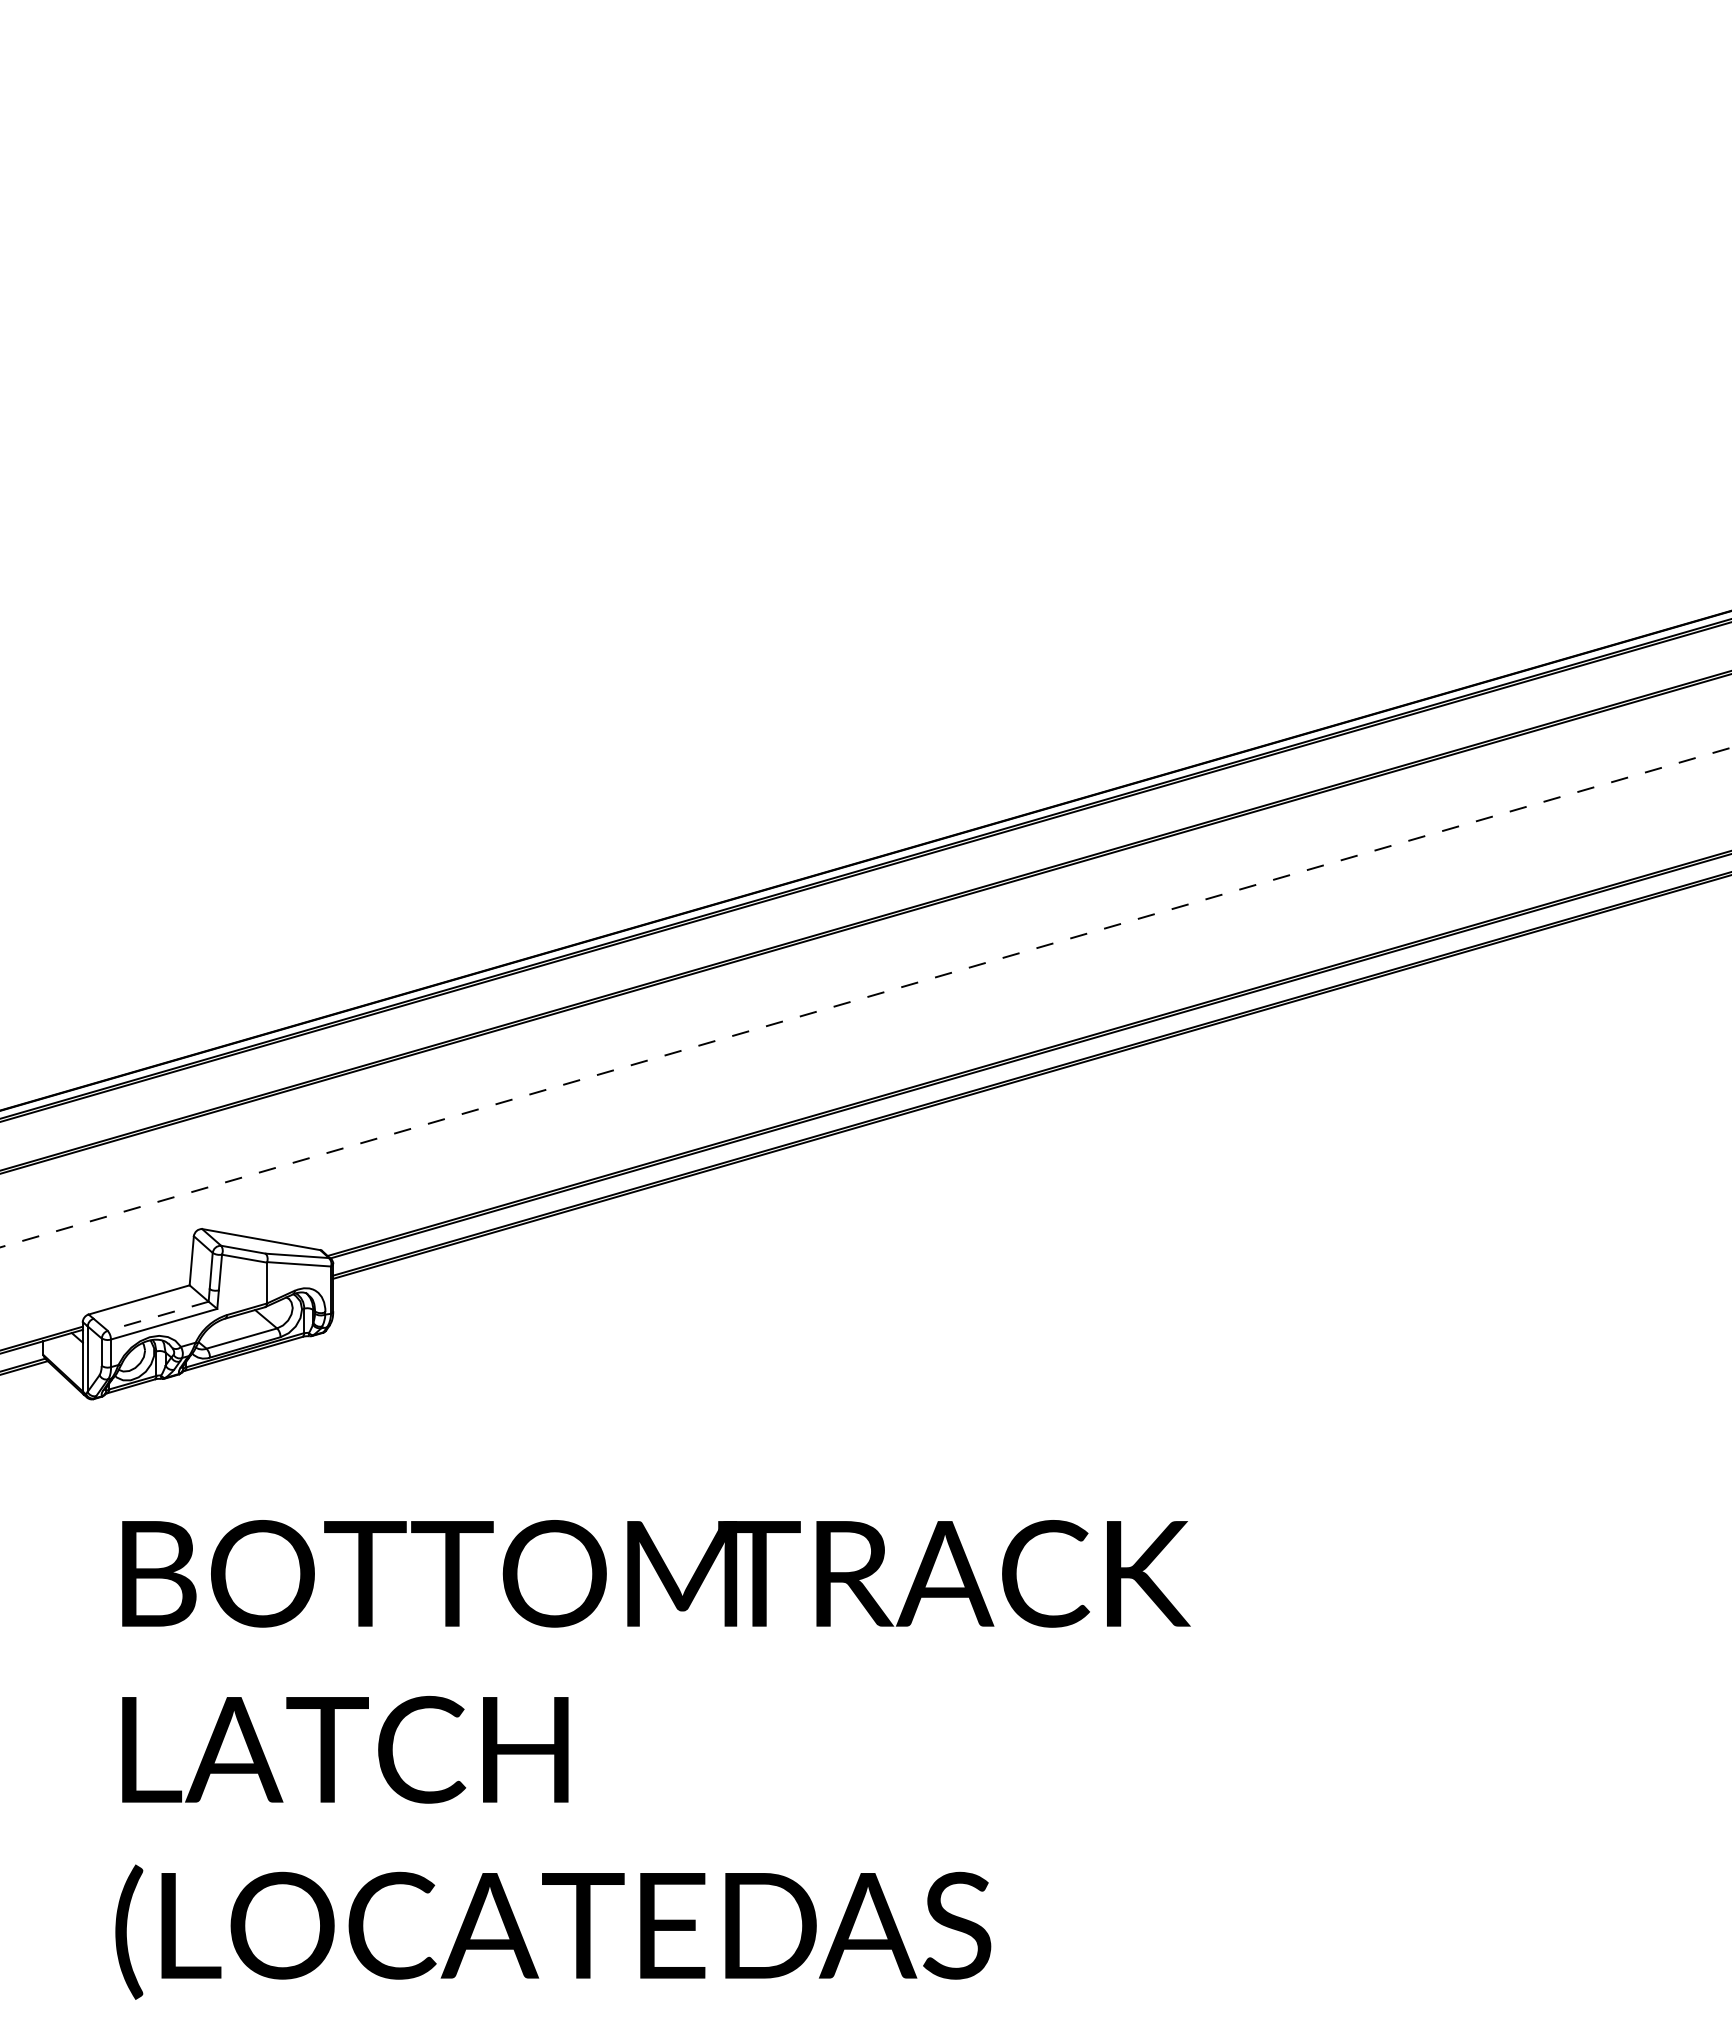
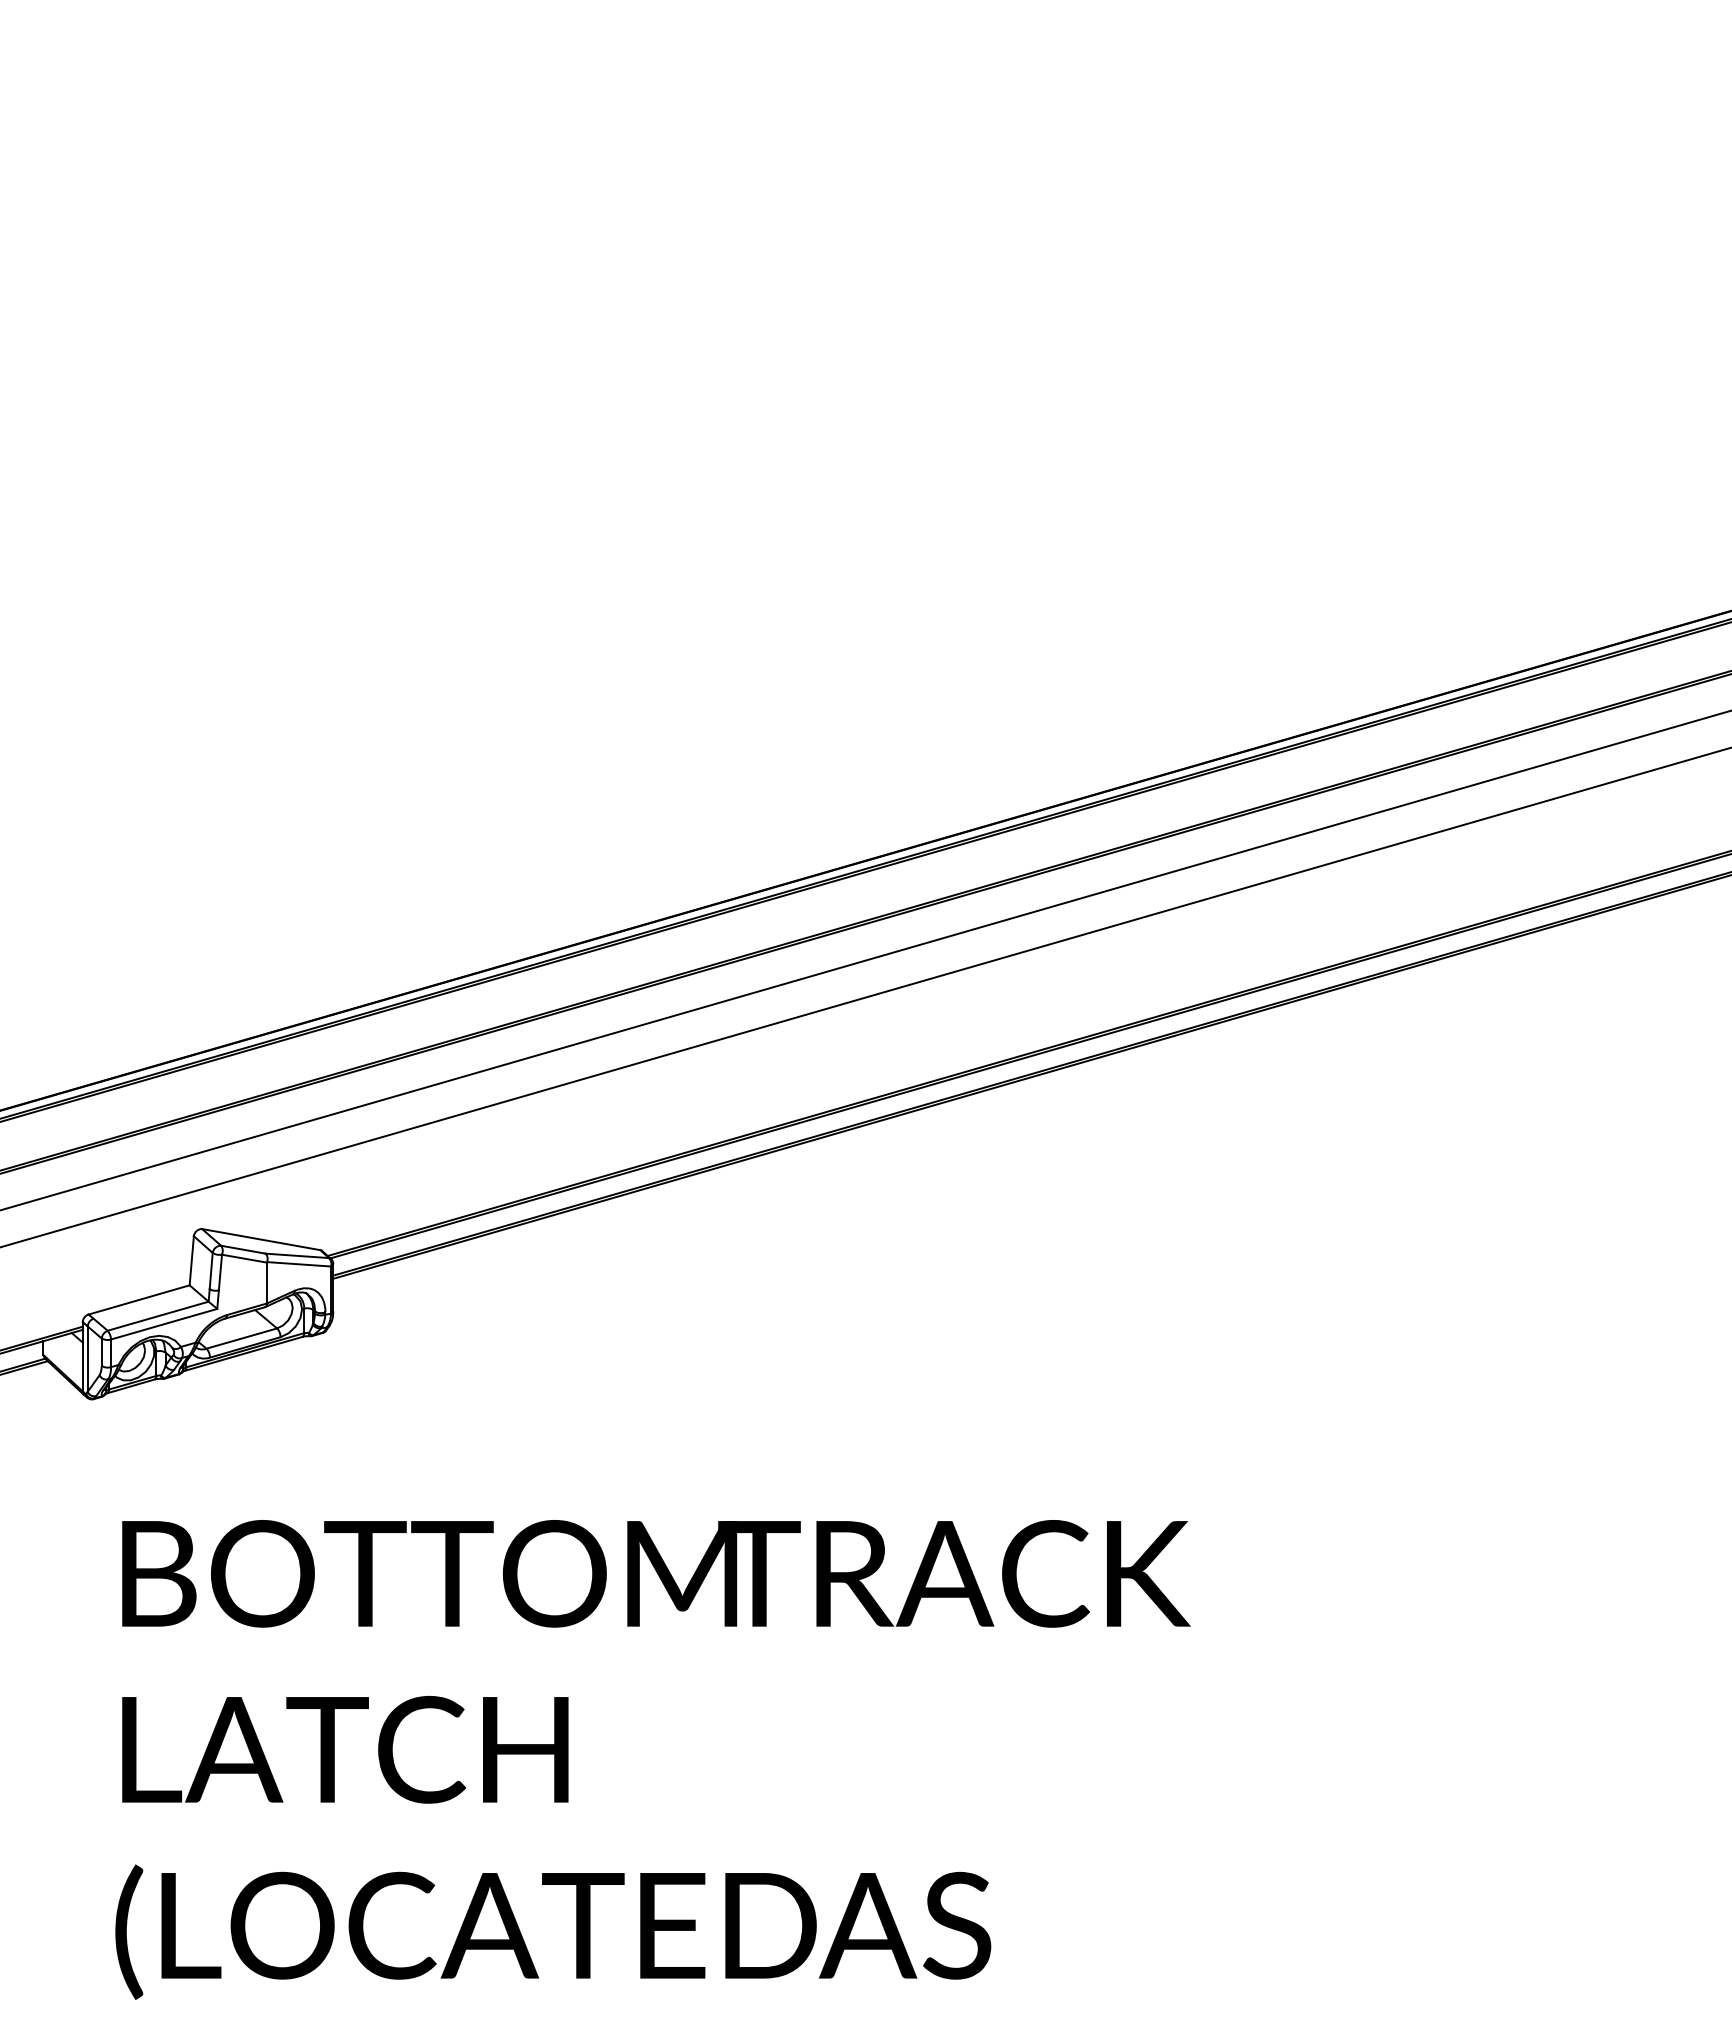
line at (865, 960): none -> present
line at (866, 997): dashed -> solid
line at (158, 1316): dashed -> solid
